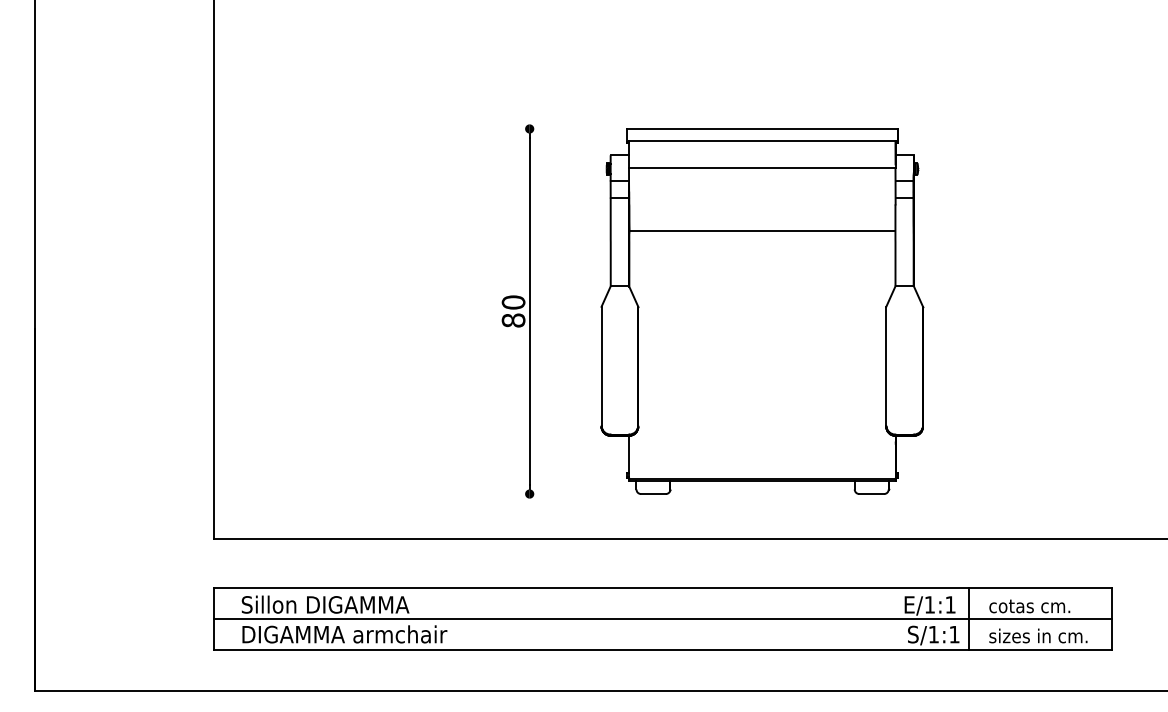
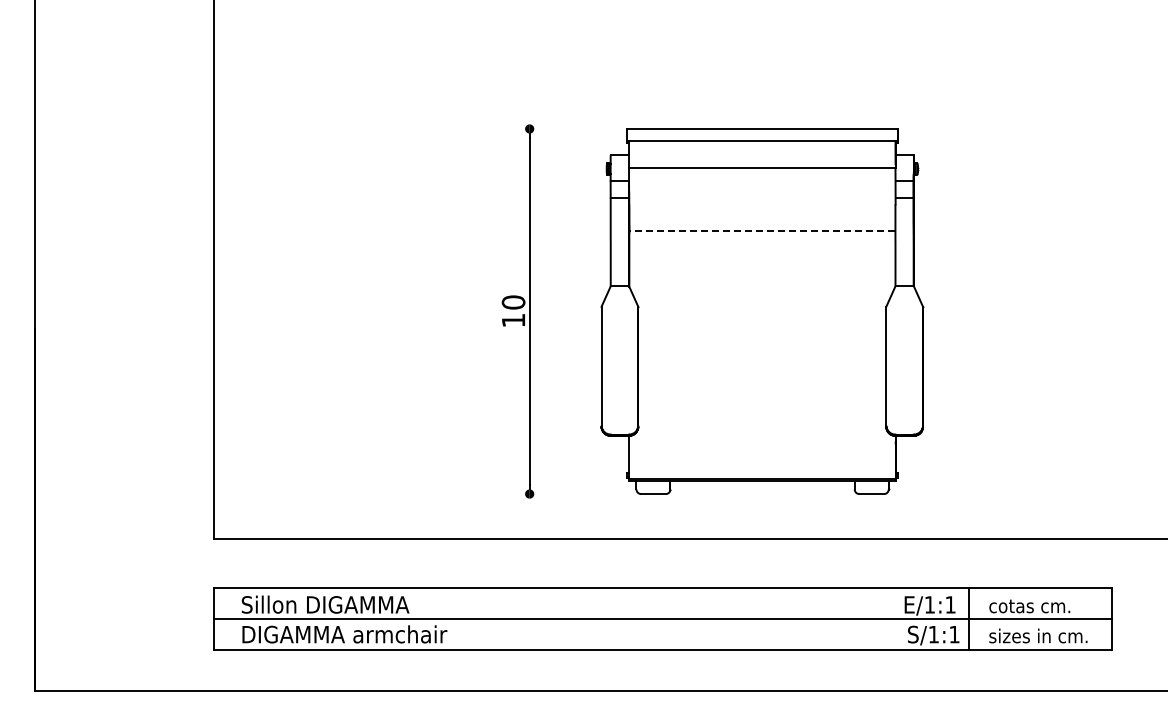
line at (761, 230): solid -> dashed
text at (513, 320): 80 -> 10
